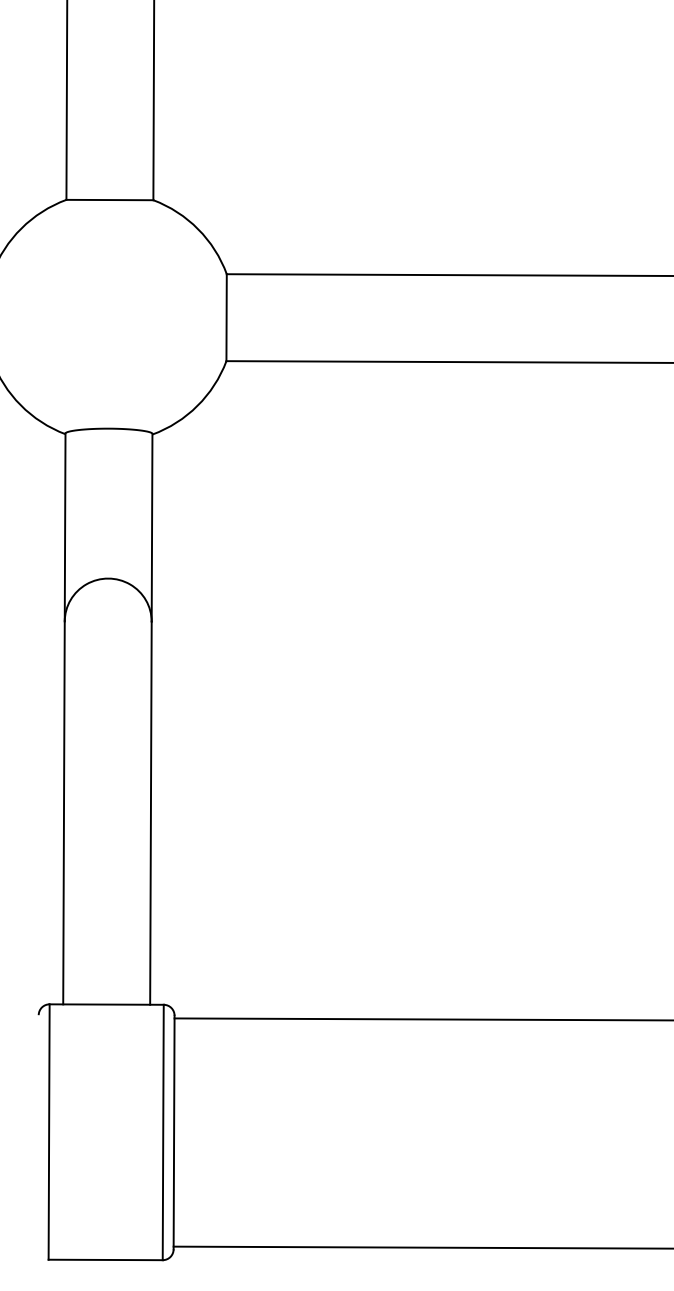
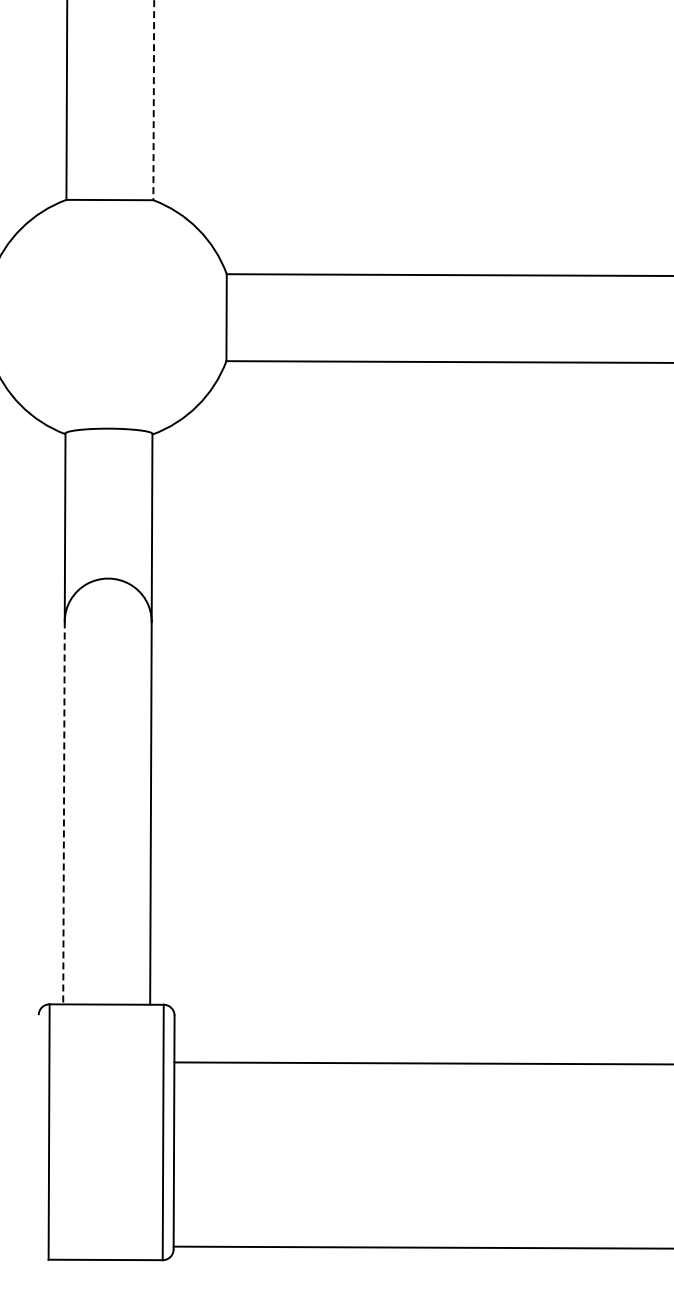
line at (153, 100): solid -> dashed
line at (63, 813): solid -> dashed
line at (422, 1019) position: (422, 1019) -> (422, 1063)
